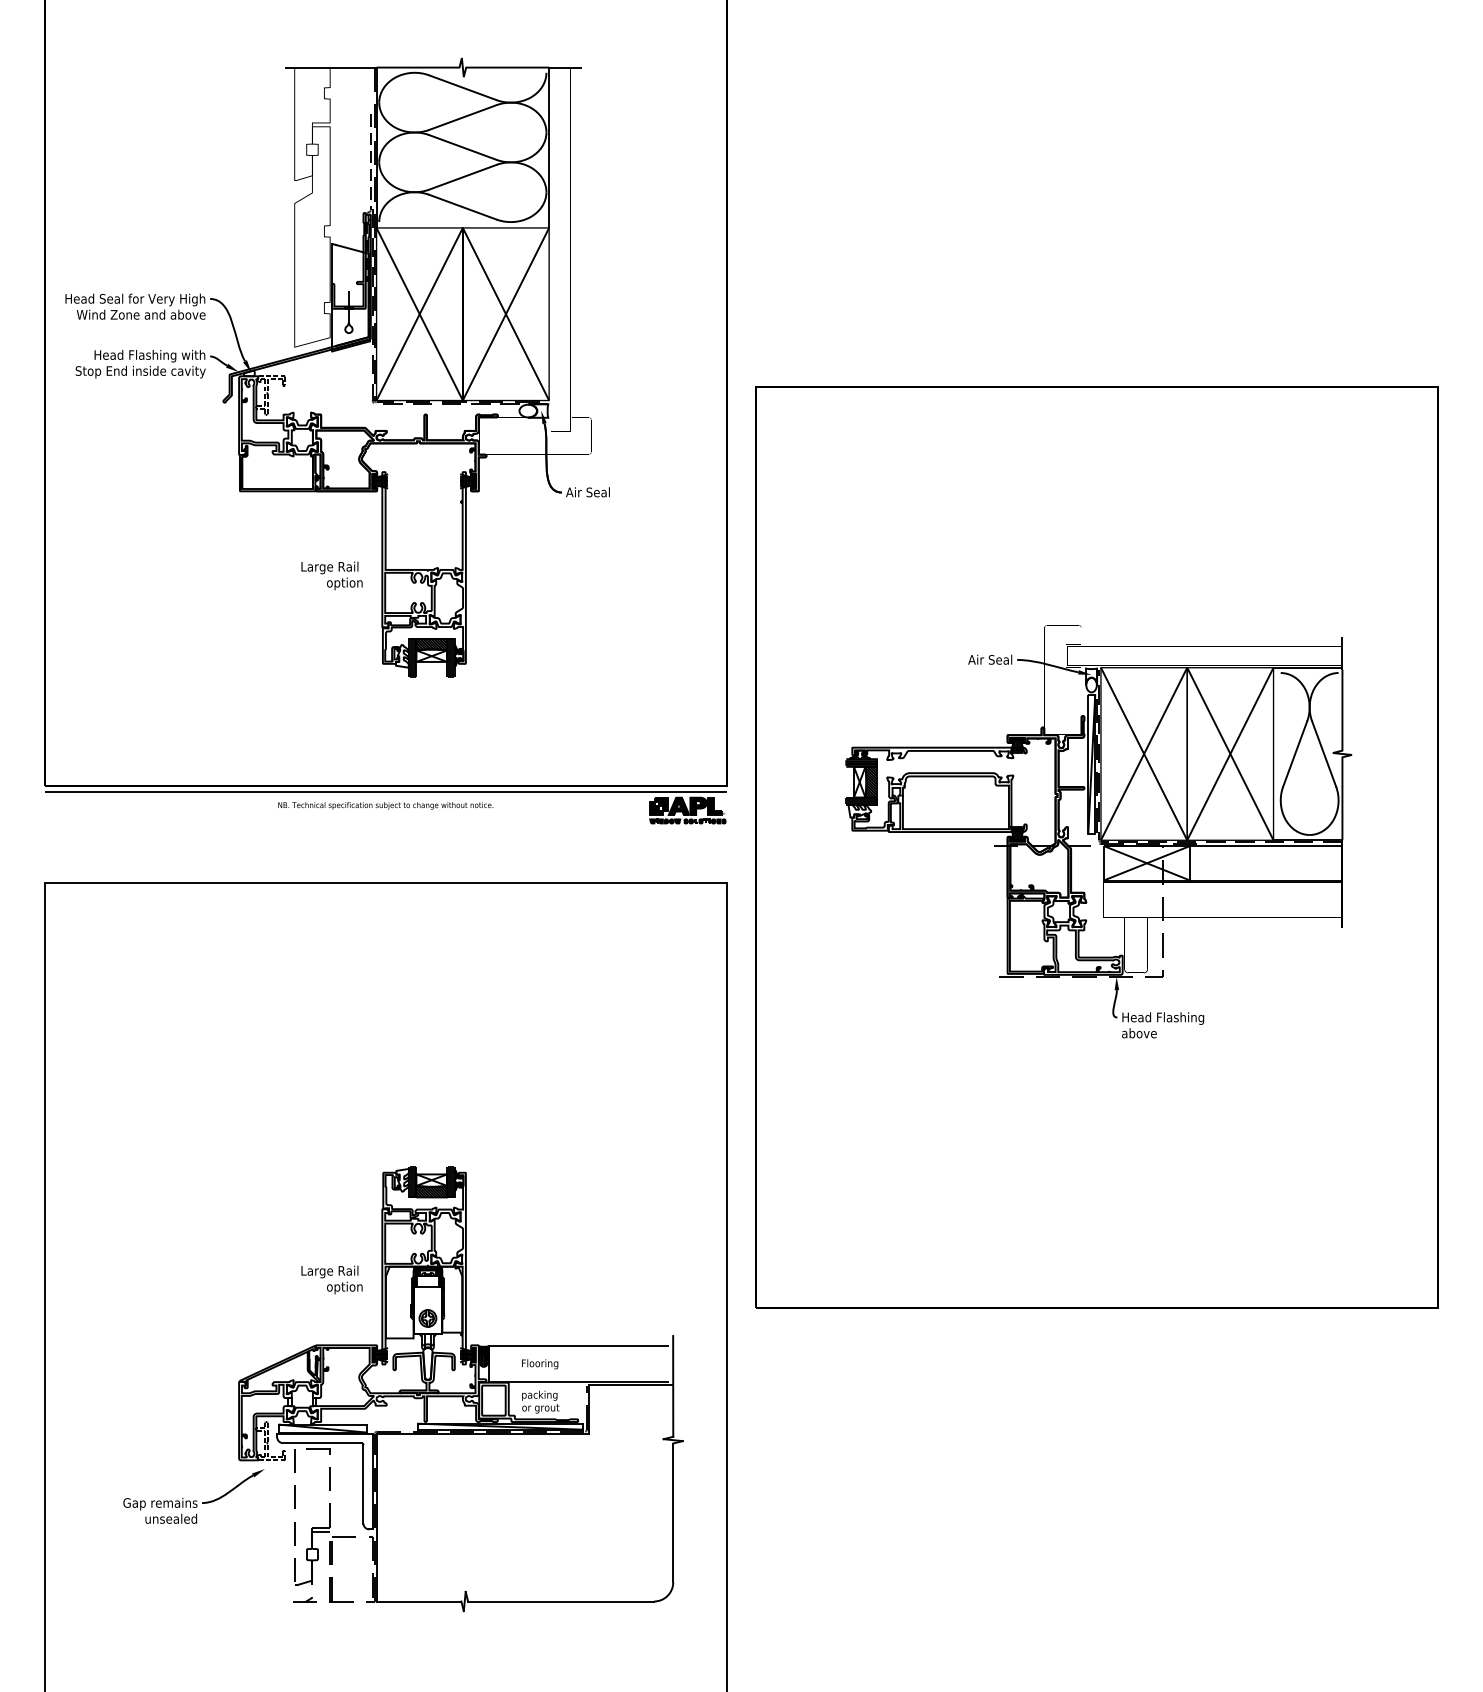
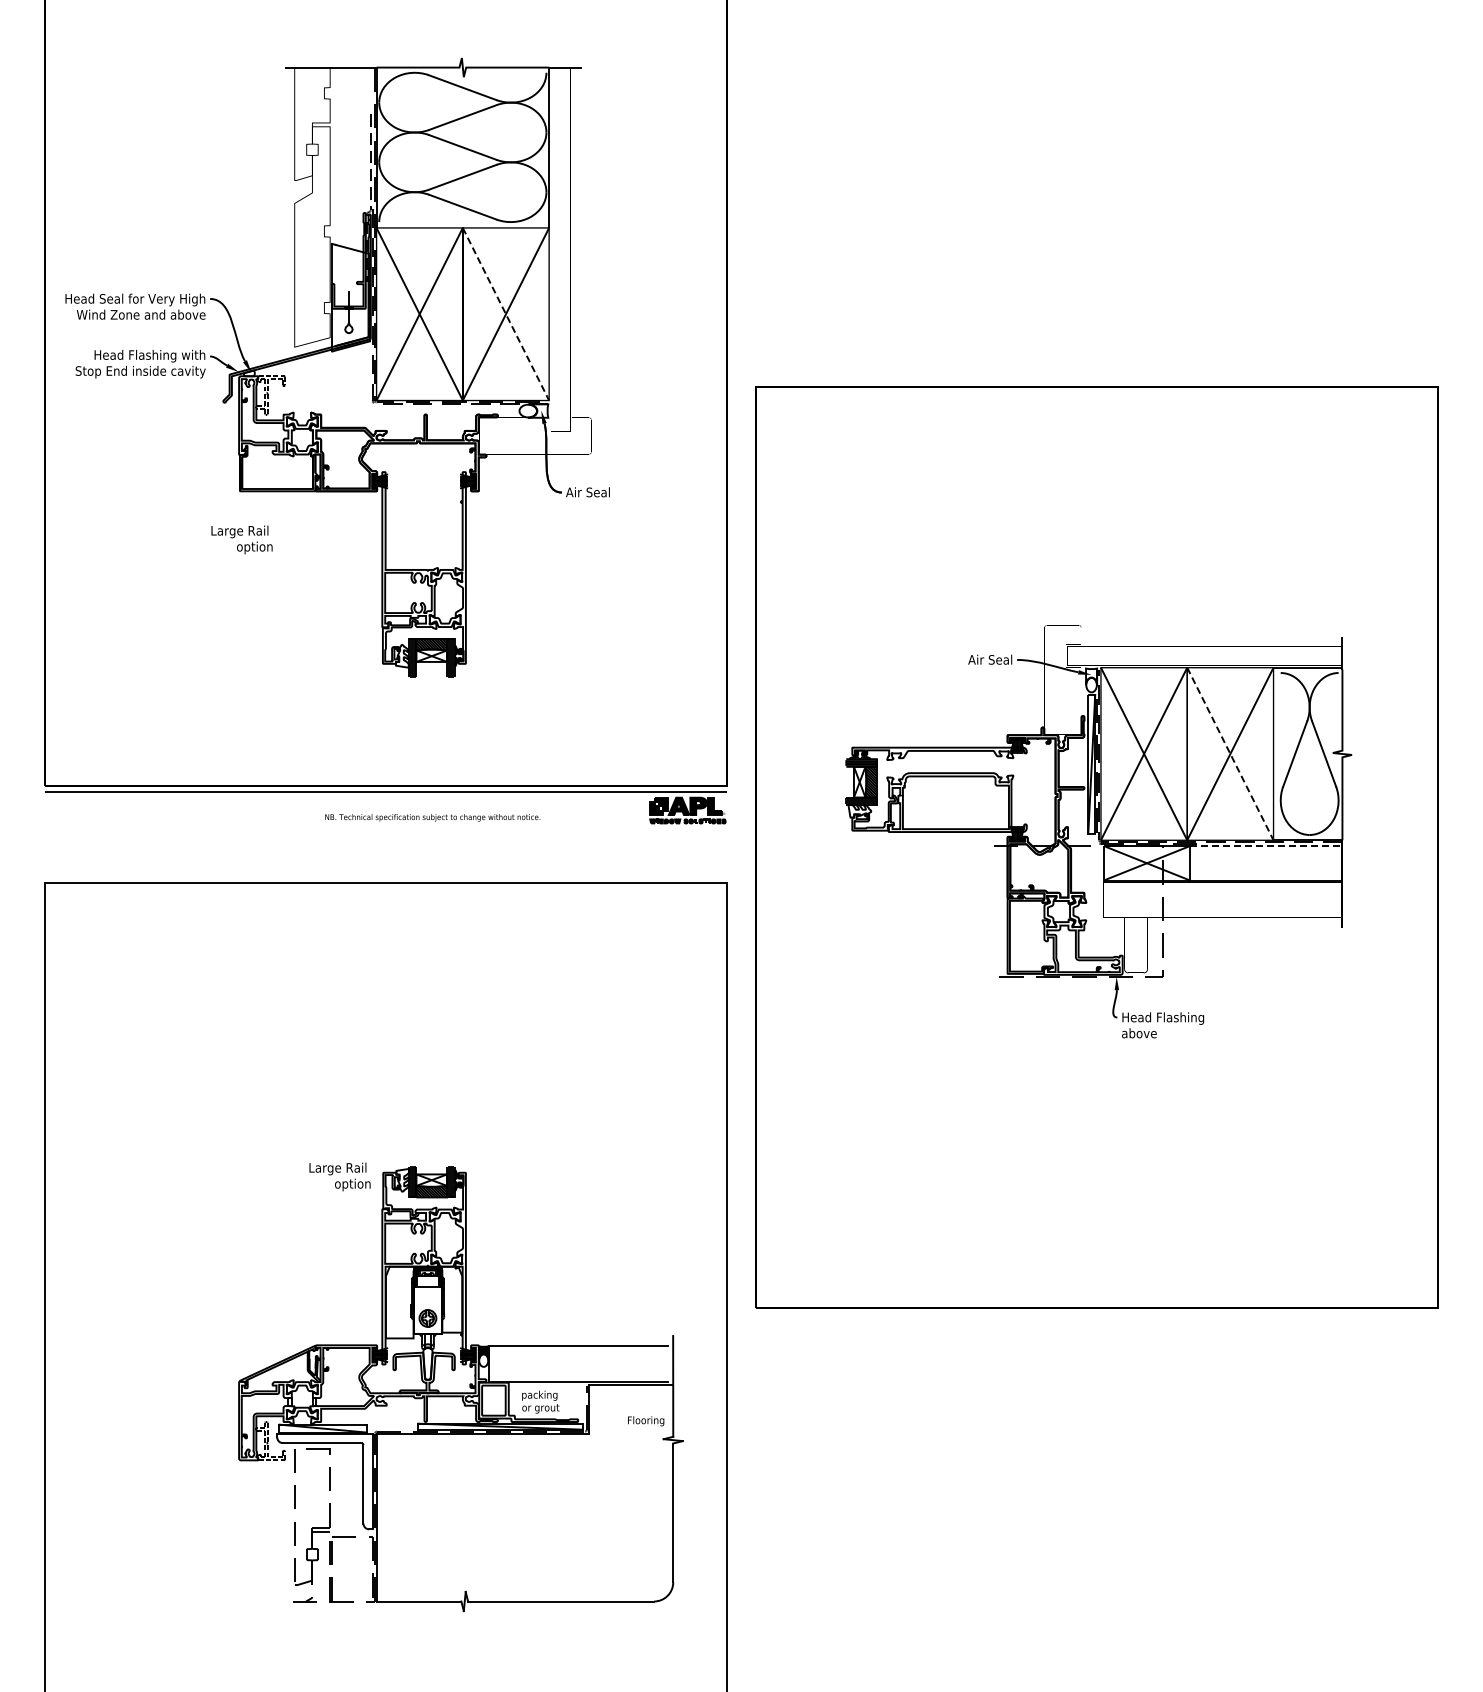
line at (506, 314): solid -> dashed
text at (331, 575) position: (331, 575) -> (241, 539)
line at (1230, 754): solid -> dashed
text at (385, 805) position: (385, 805) -> (432, 817)
line at (1266, 846): solid -> dashed
text at (331, 1279) position: (331, 1279) -> (339, 1176)
hatch at (483, 1360): present -> none
text at (540, 1364) position: (540, 1364) -> (646, 1421)
part at (193, 1496): present -> none
